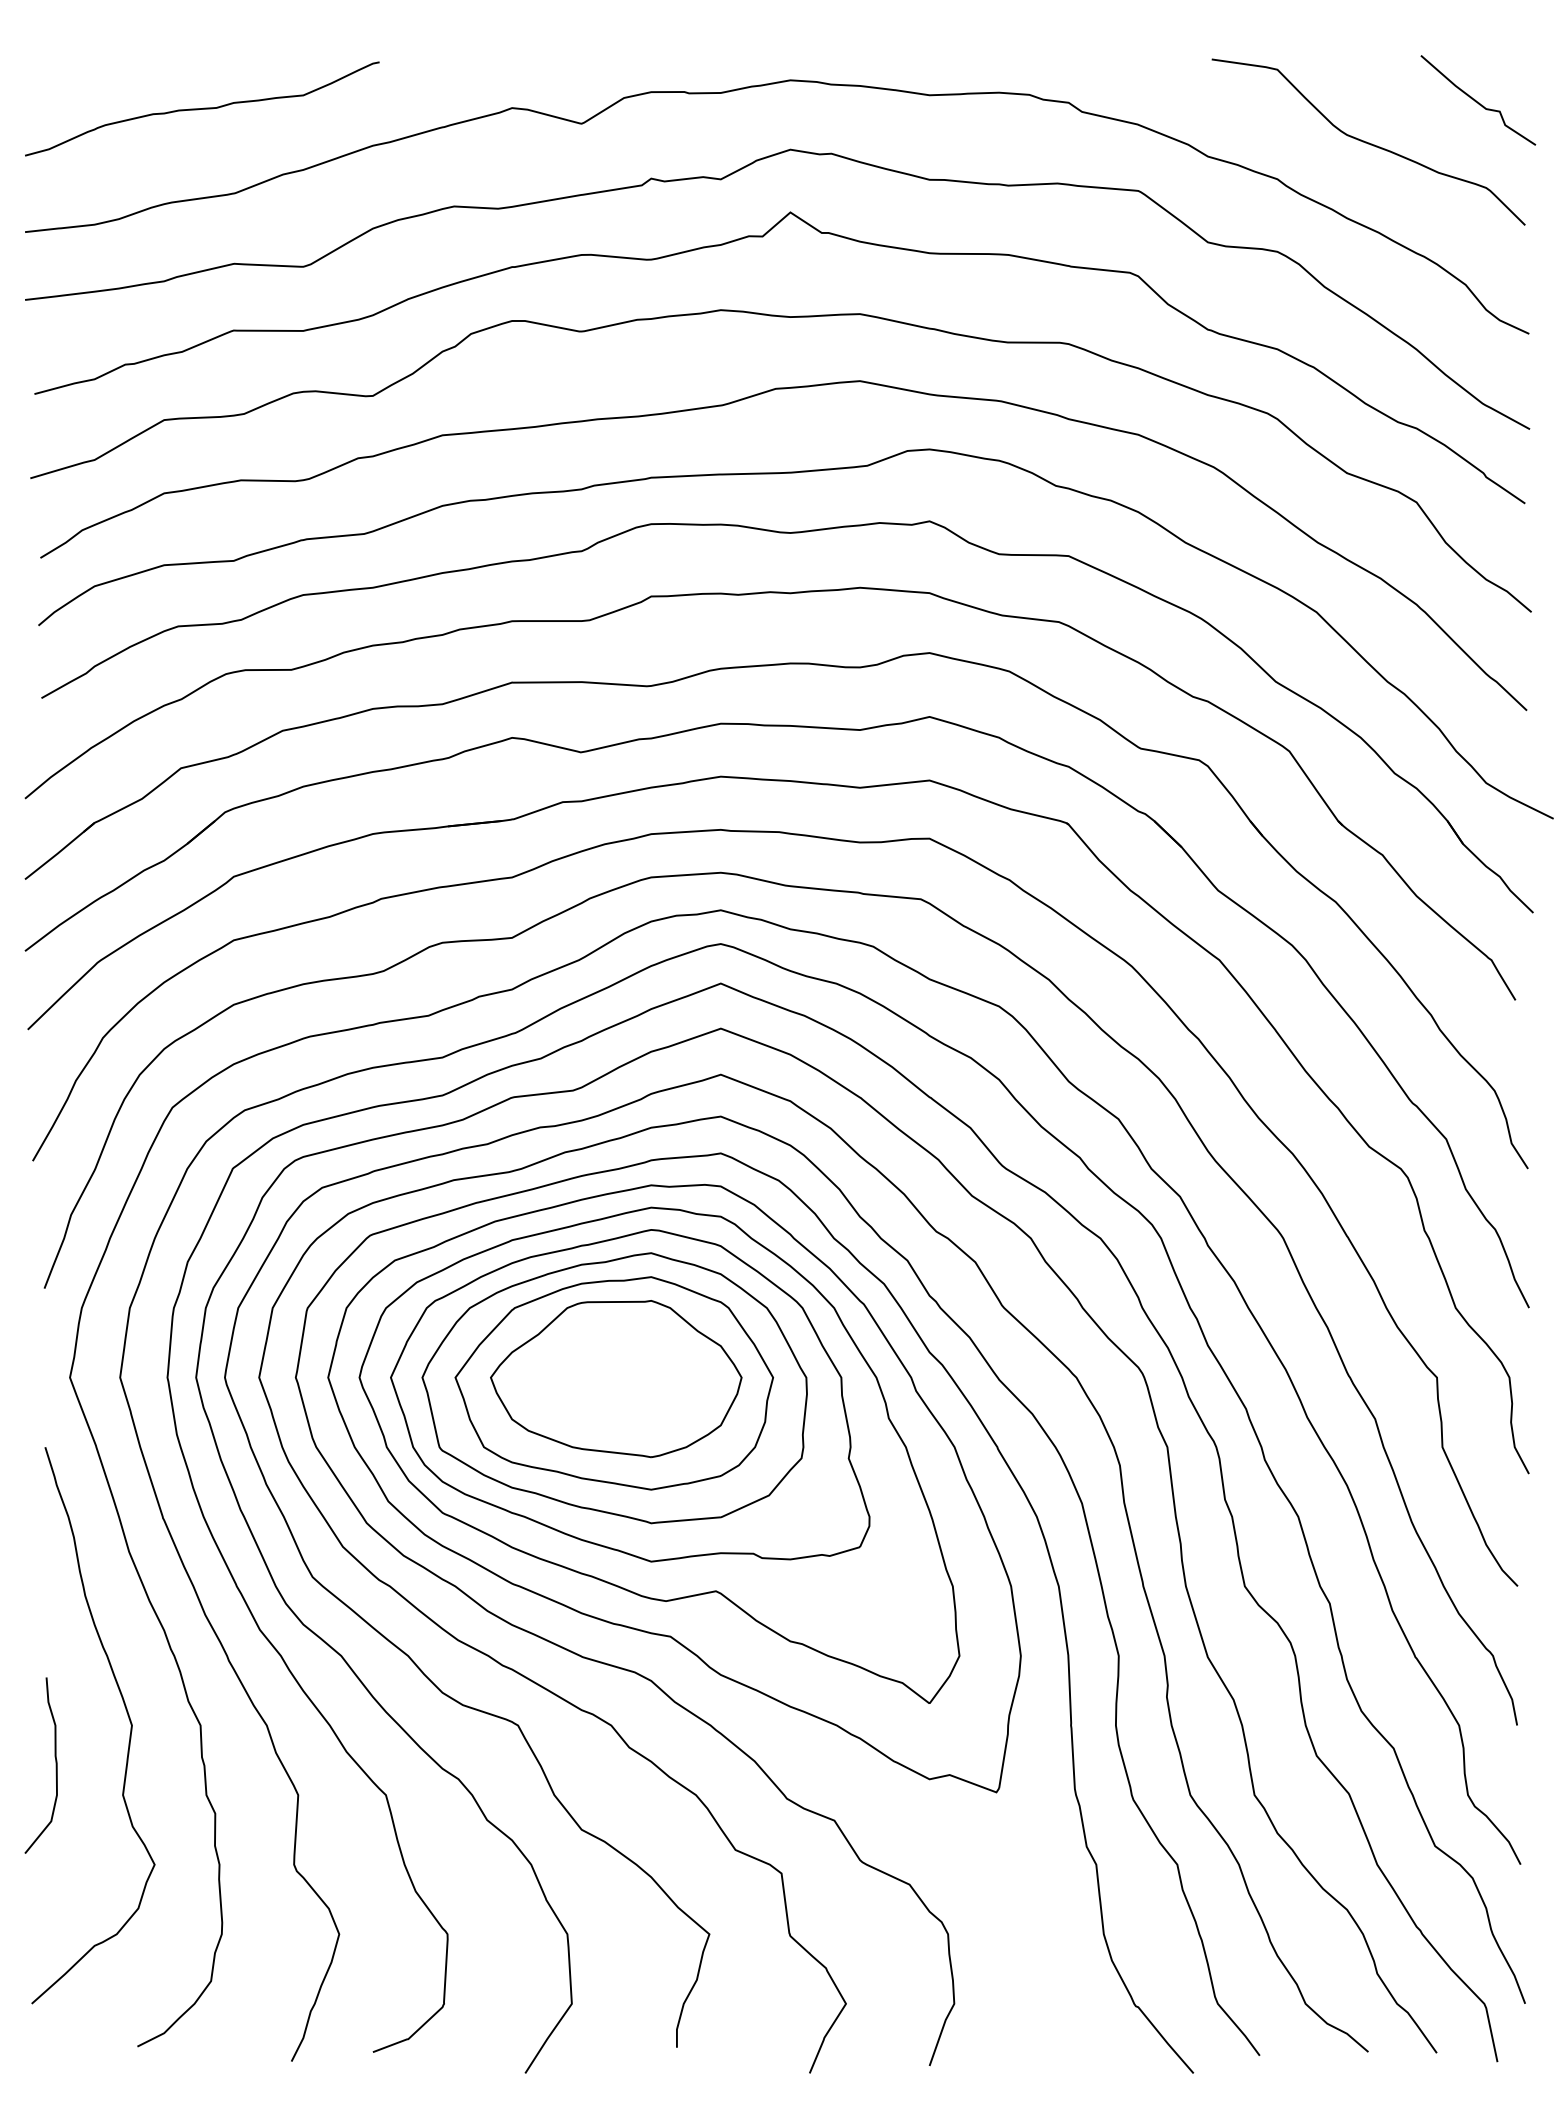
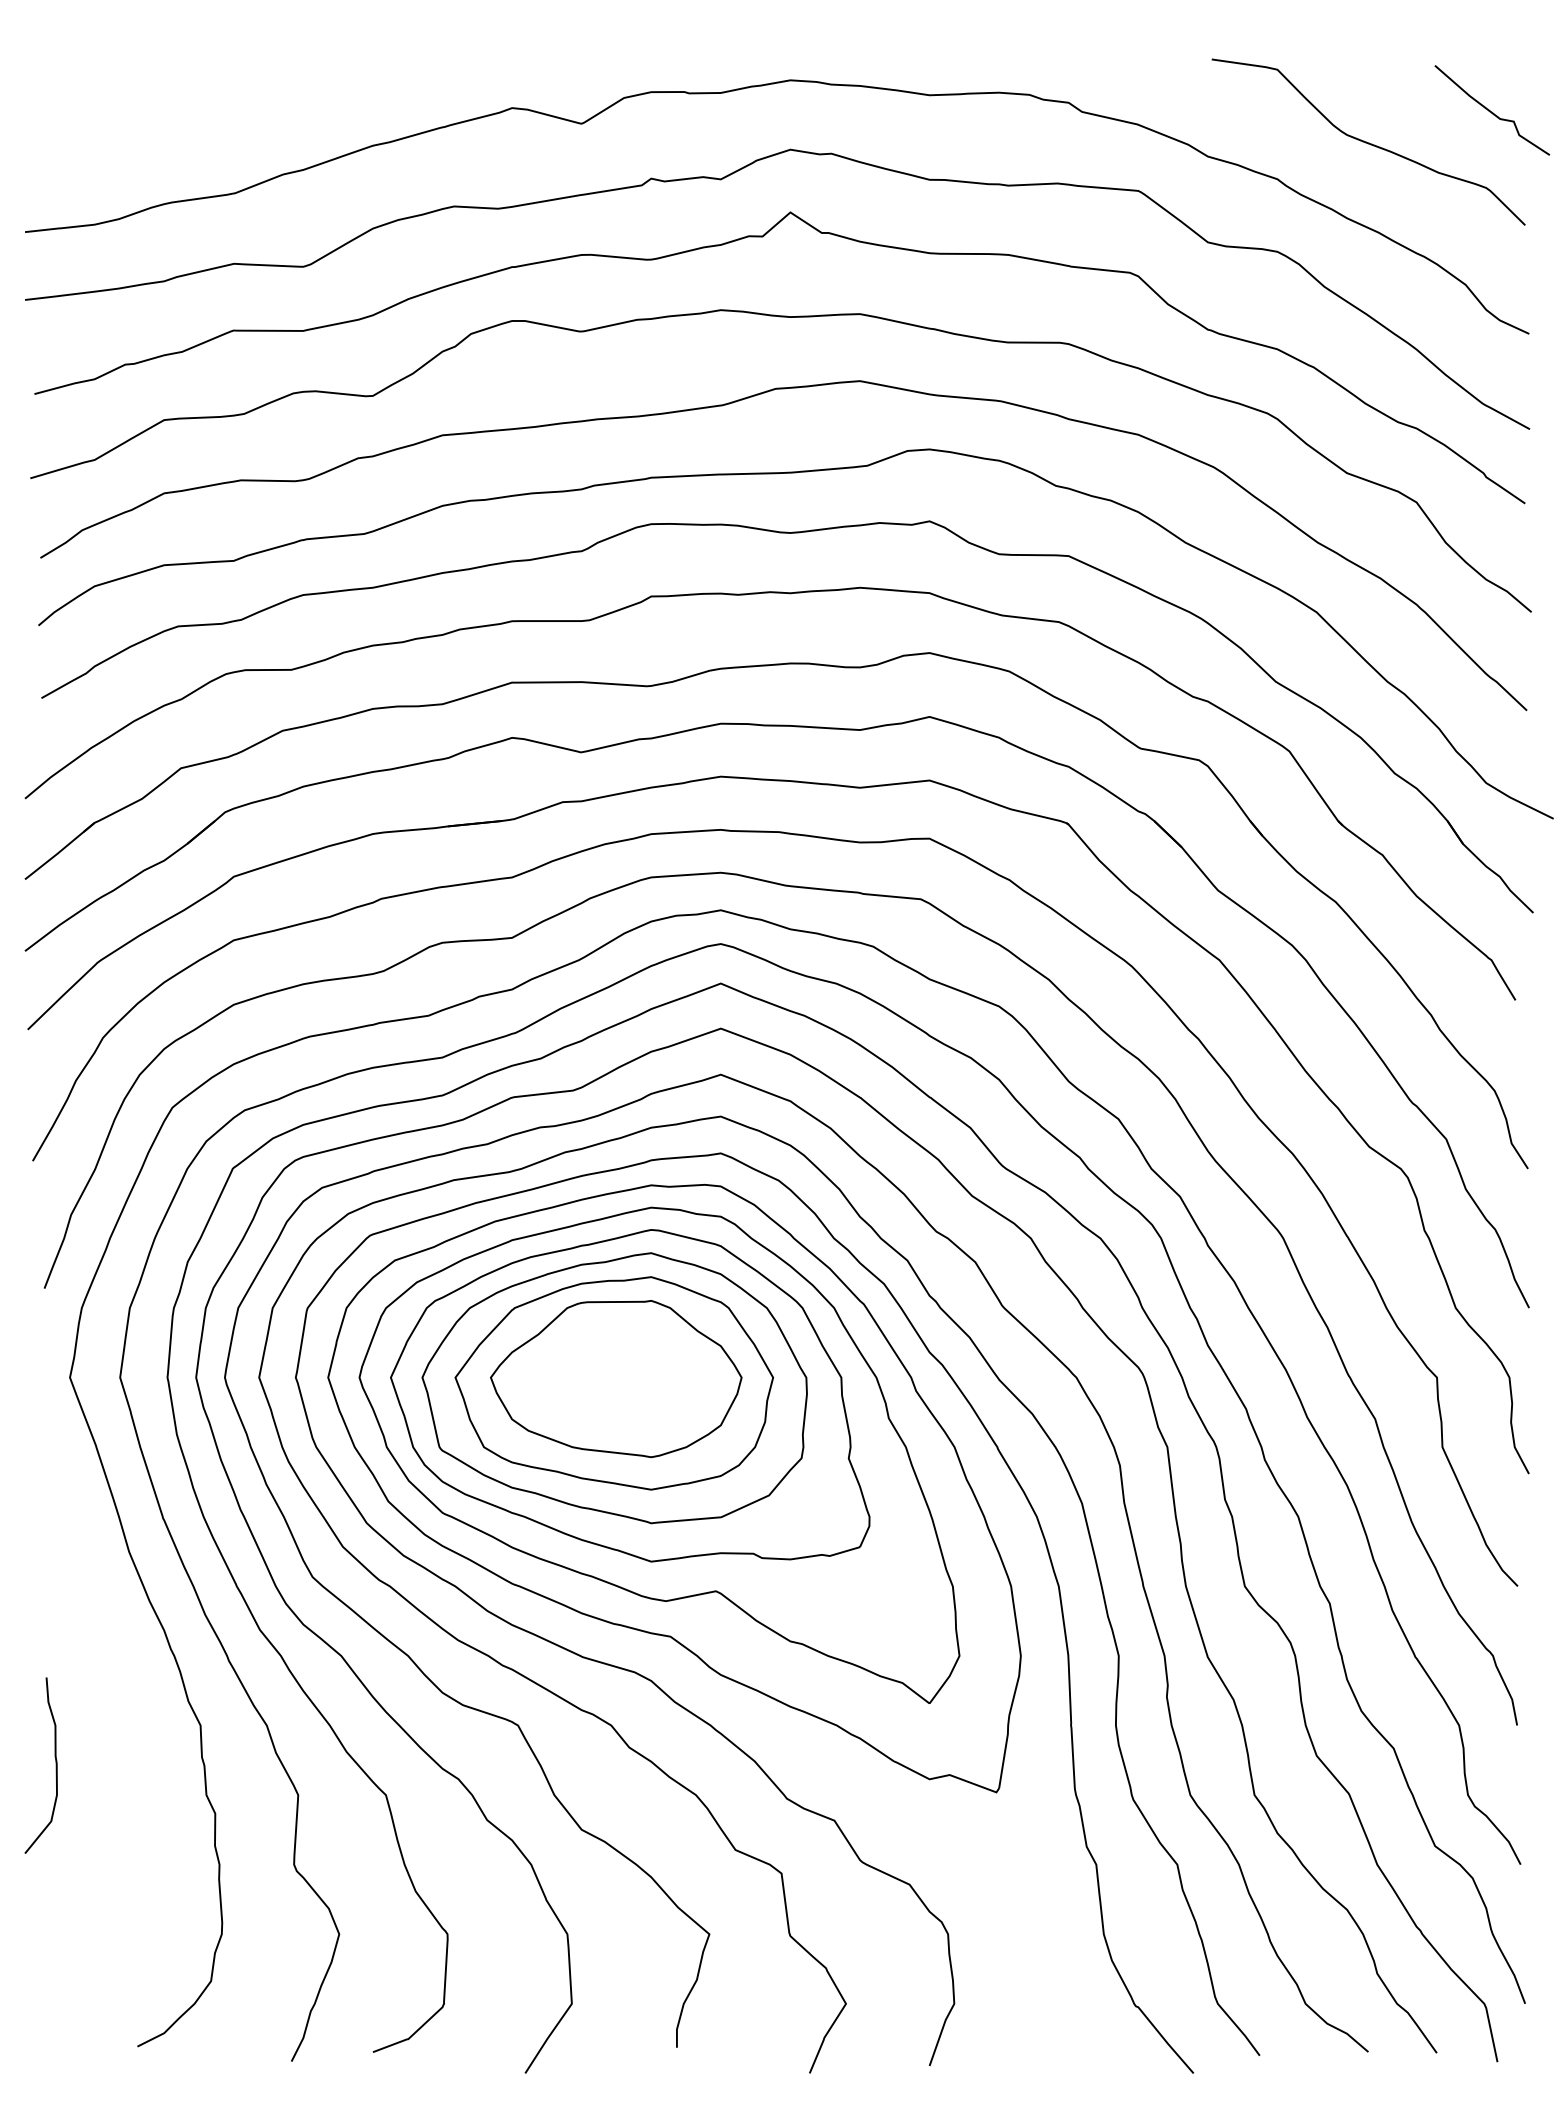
curve at (1477, 101) position: (1477, 101) -> (1491, 111)
curve at (202, 108): present -> none
curve at (127, 1715): present -> none
